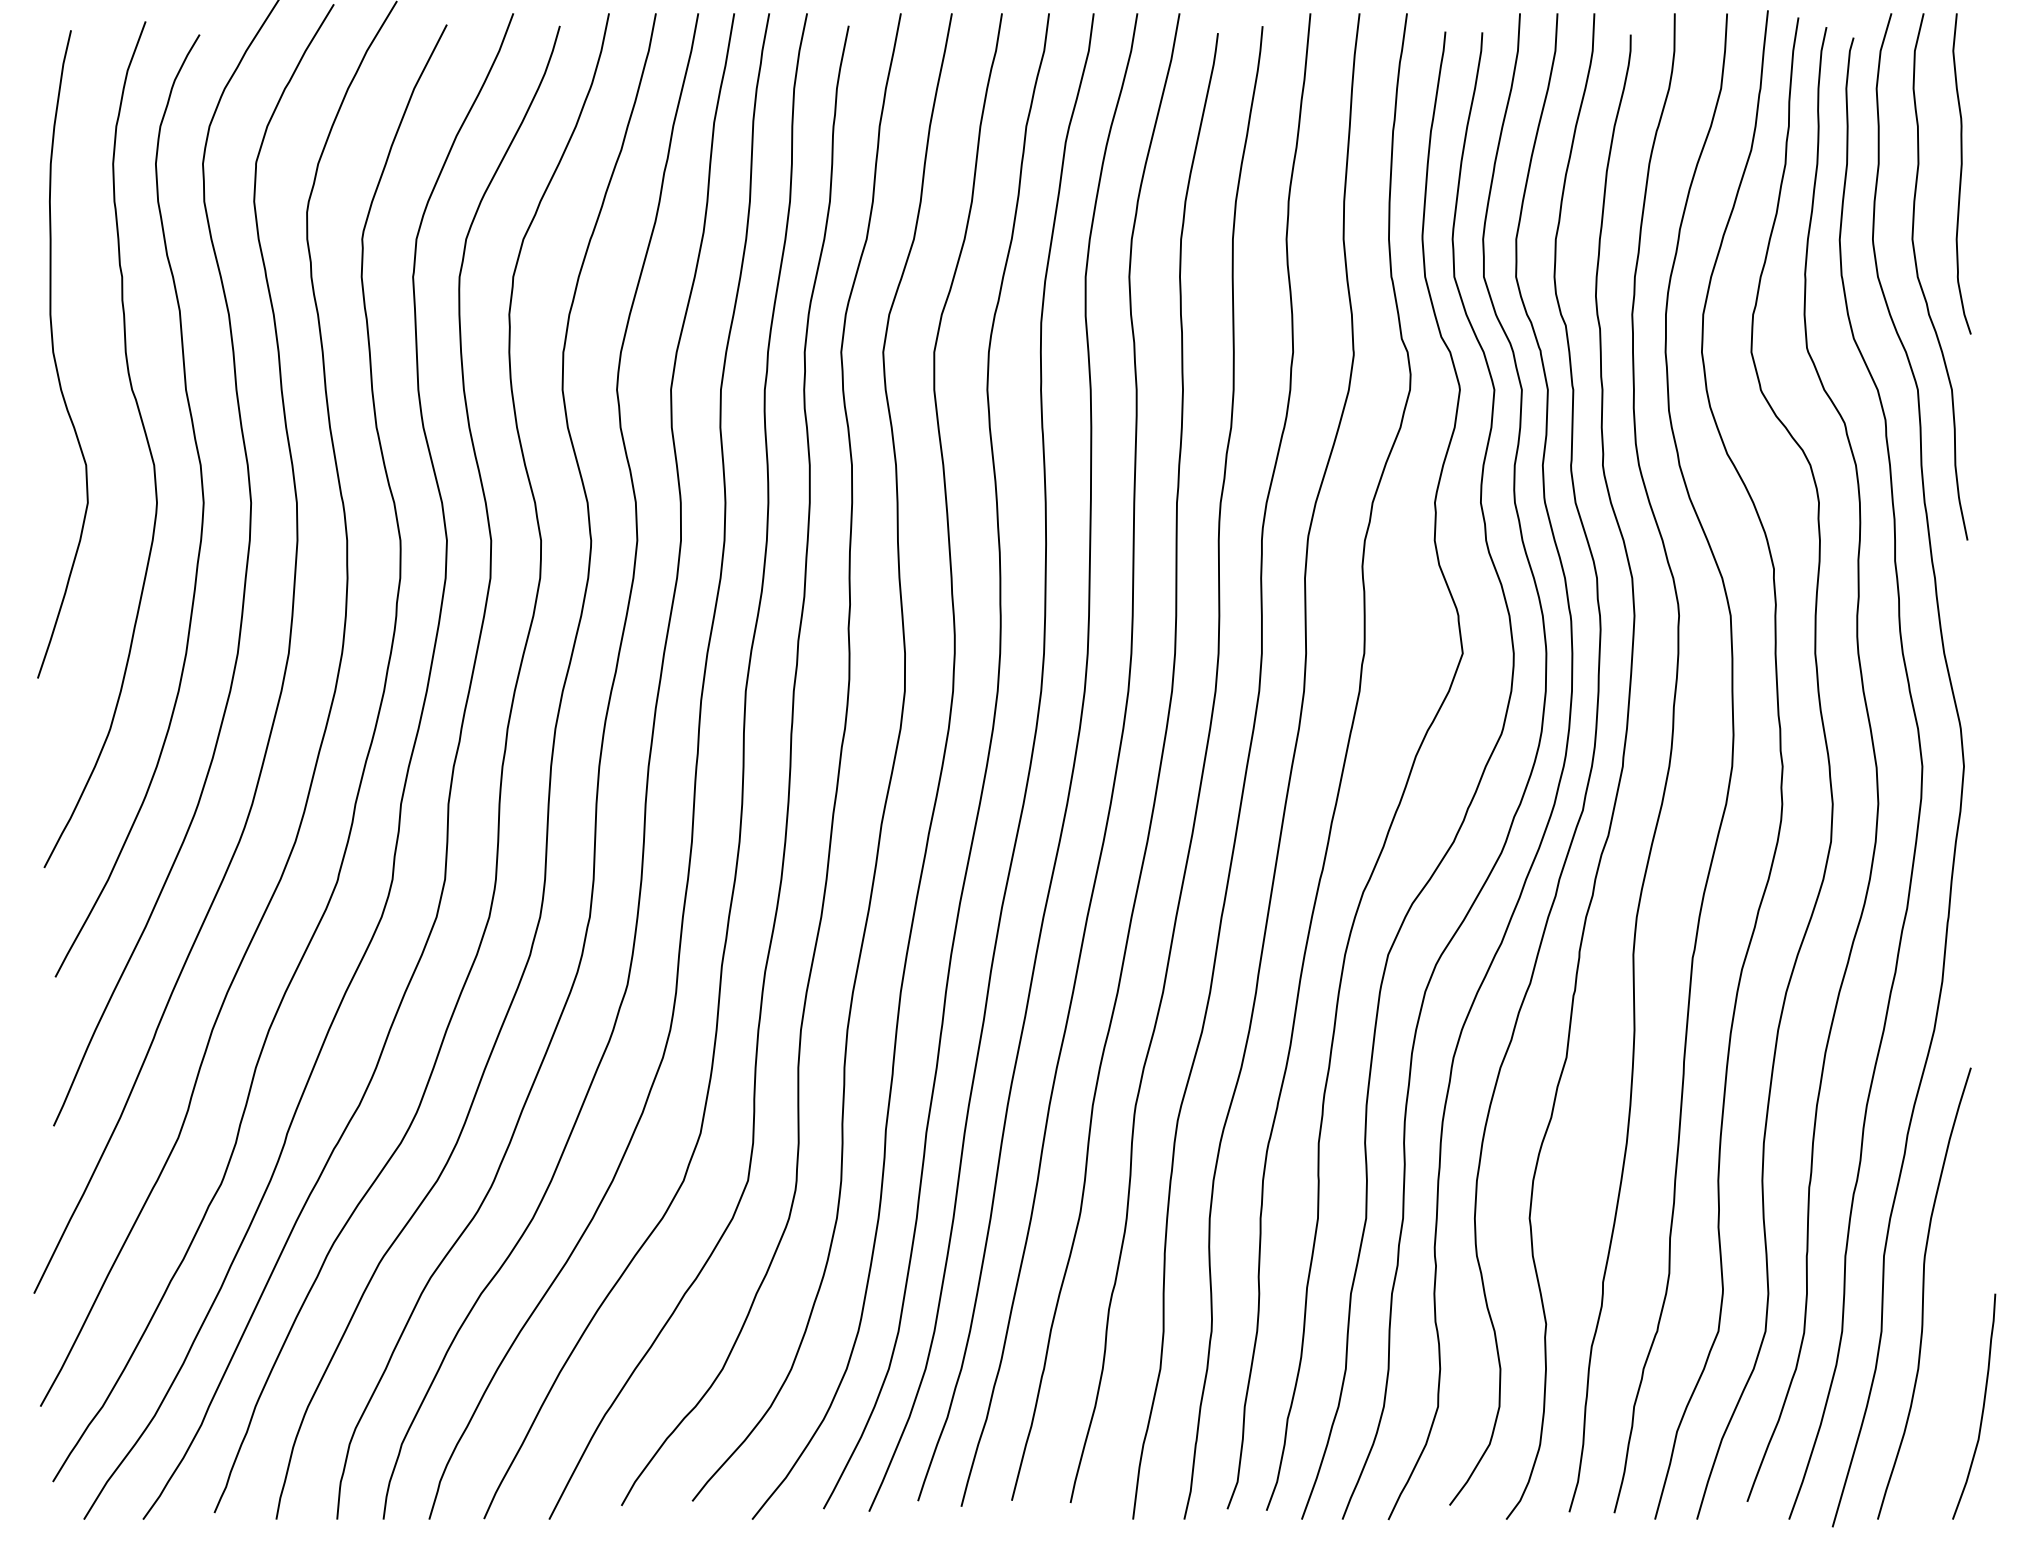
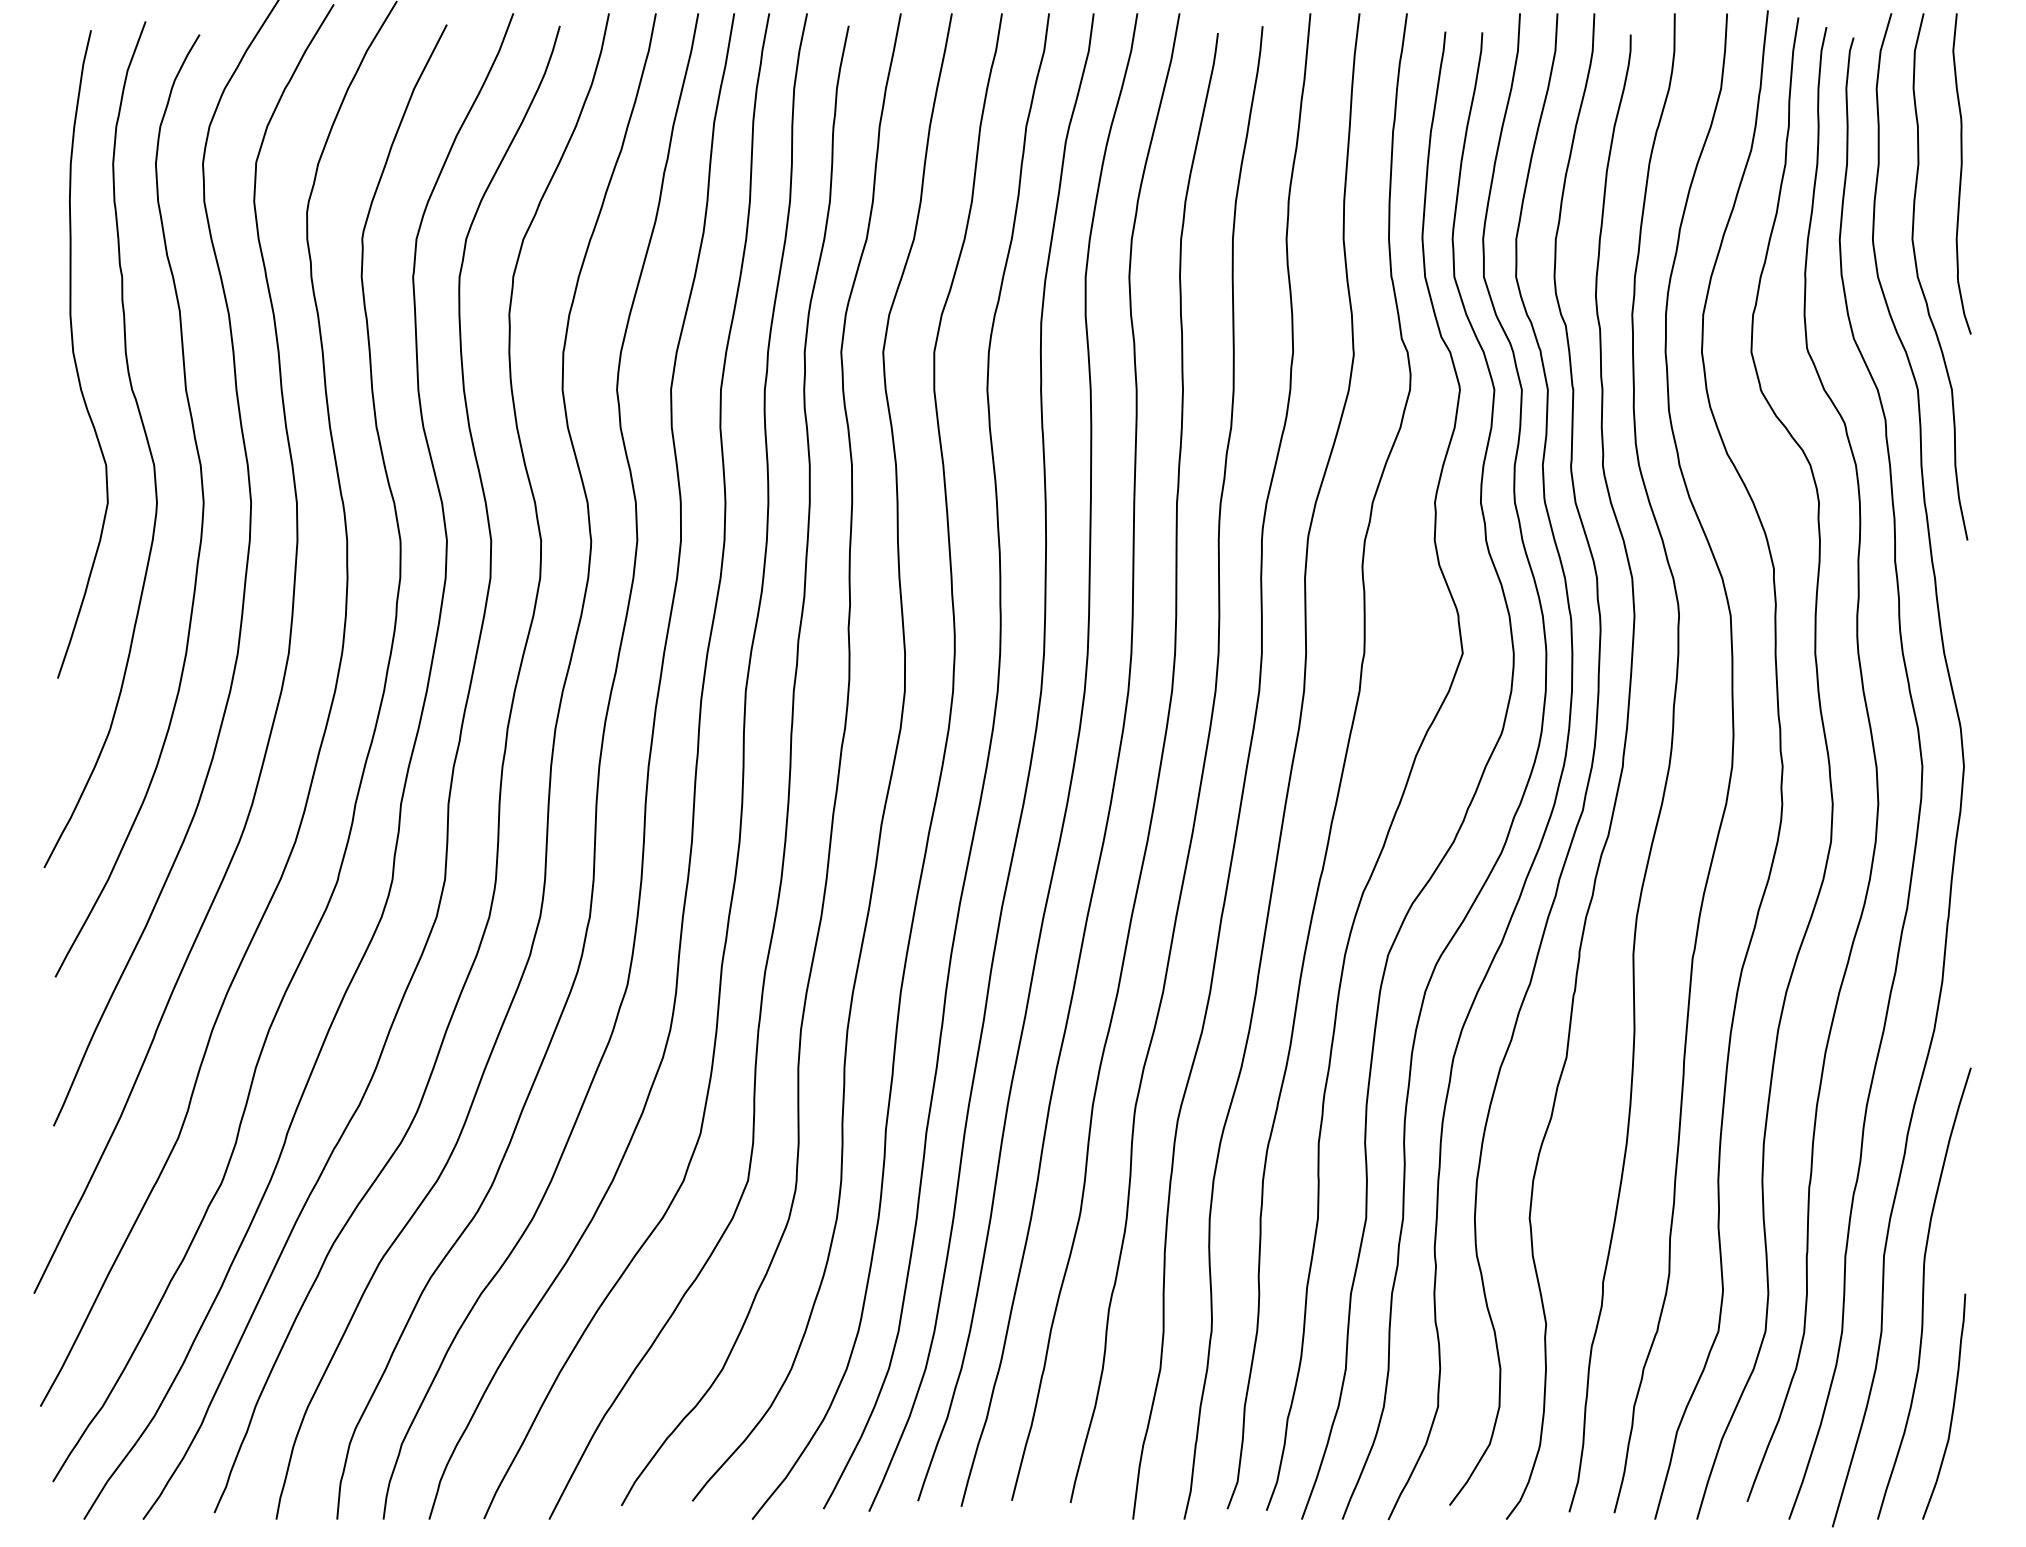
curve at (55, 357) position: (55, 357) -> (75, 357)
curve at (1982, 1406) position: (1982, 1406) -> (1952, 1406)
